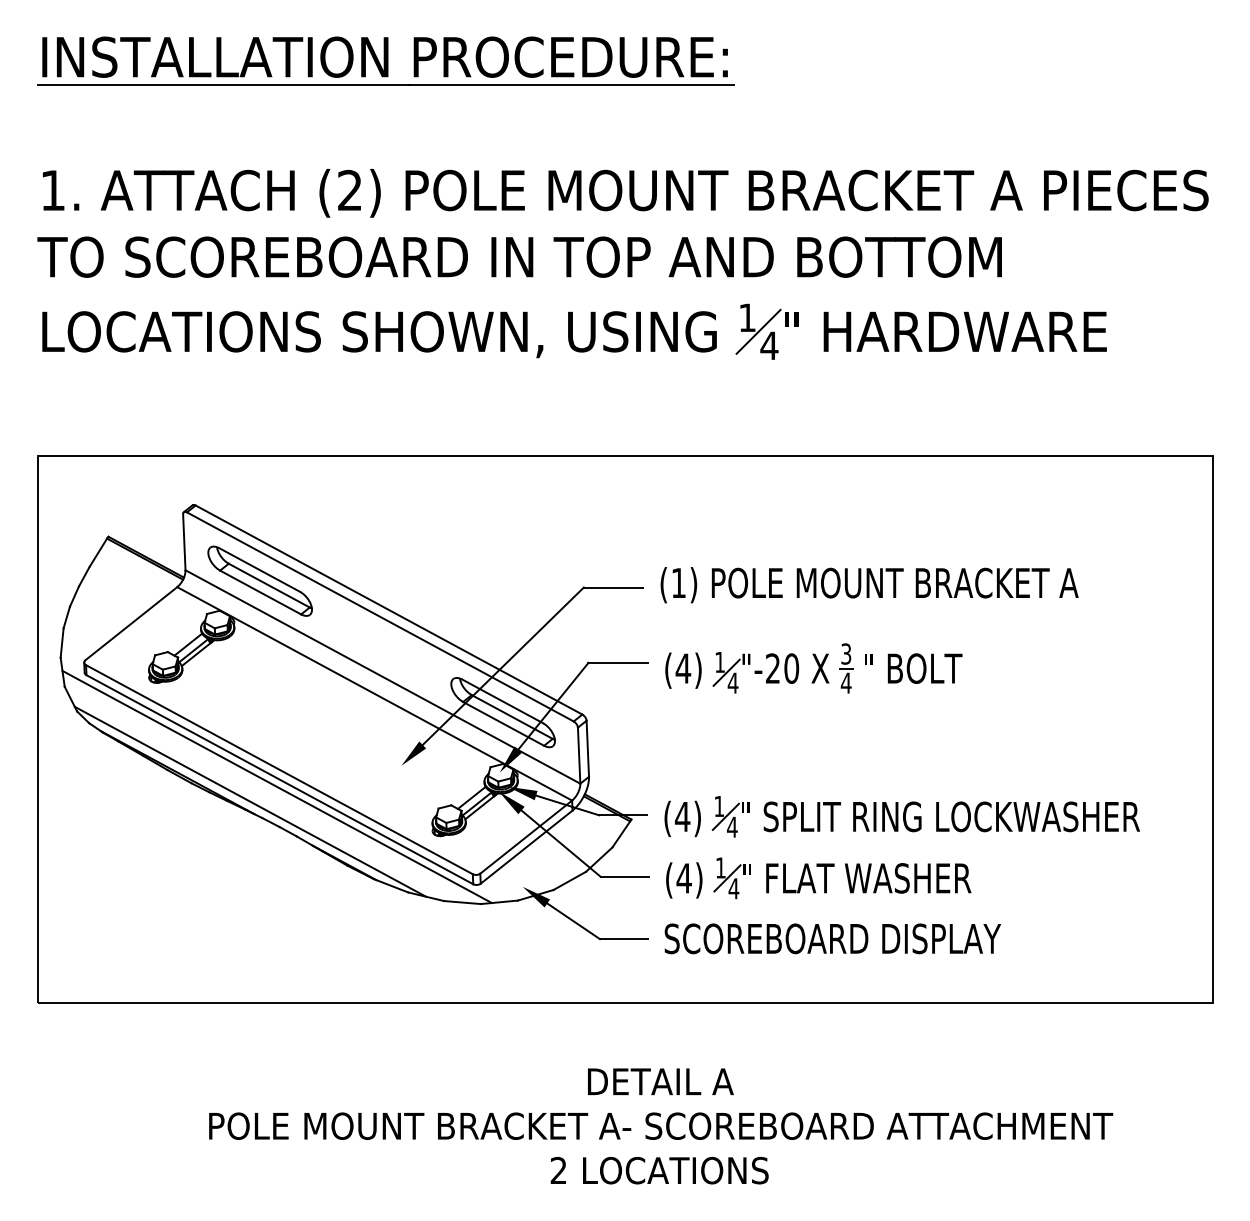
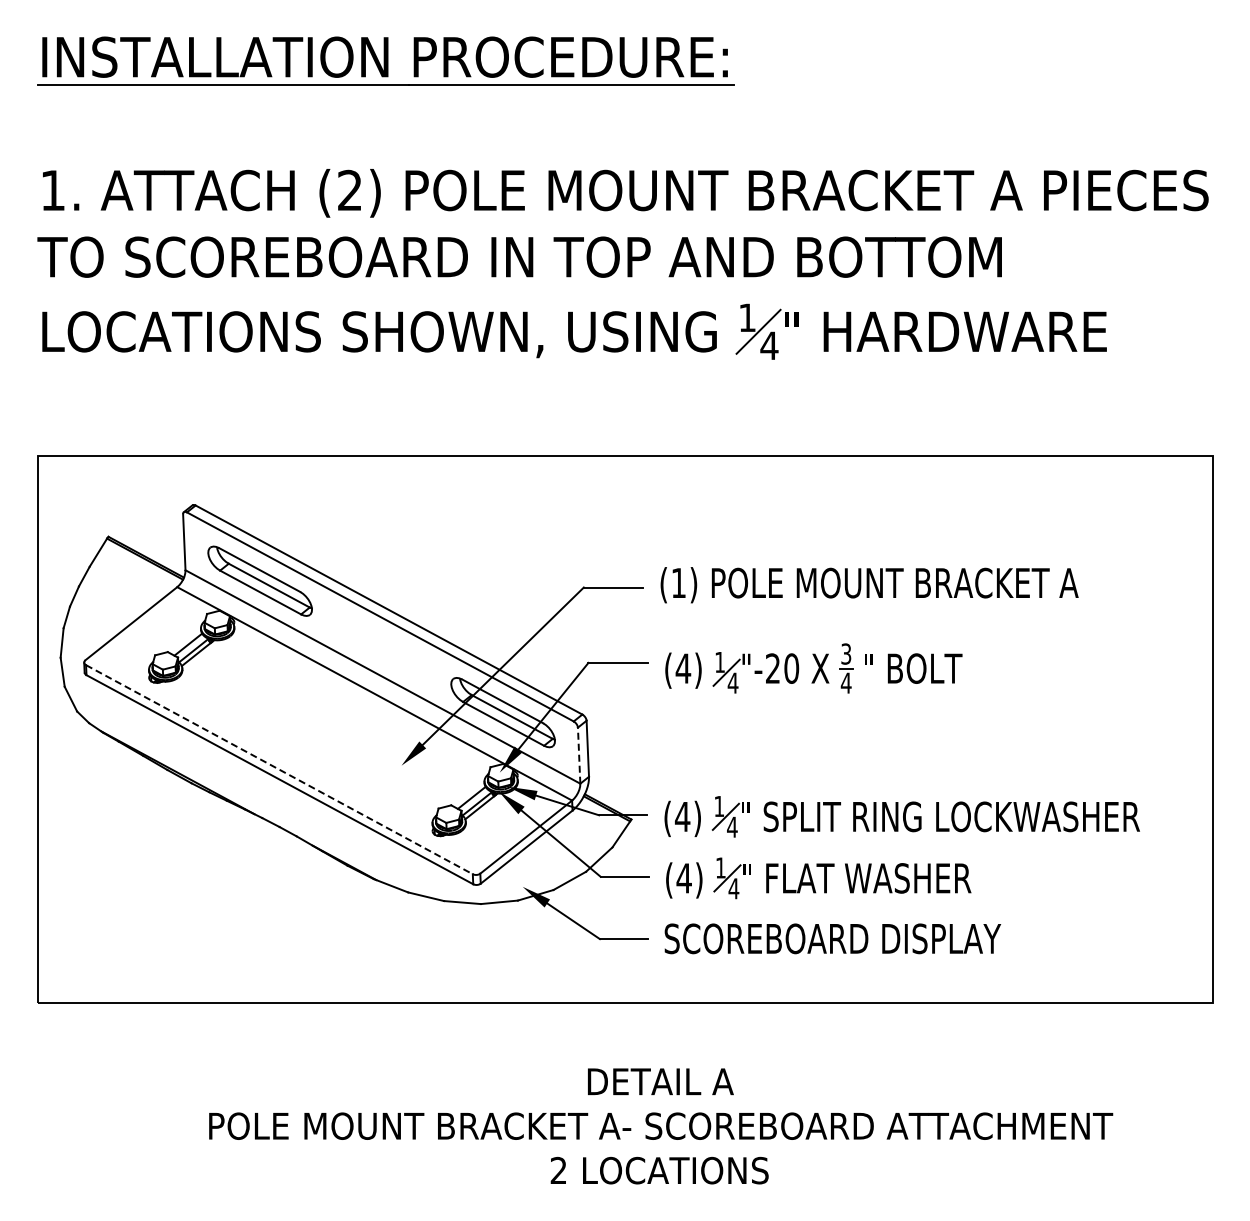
line at (579, 755): solid -> dashed
line at (279, 769): solid -> dashed
line at (276, 786): present -> none
line at (250, 801): present -> none
